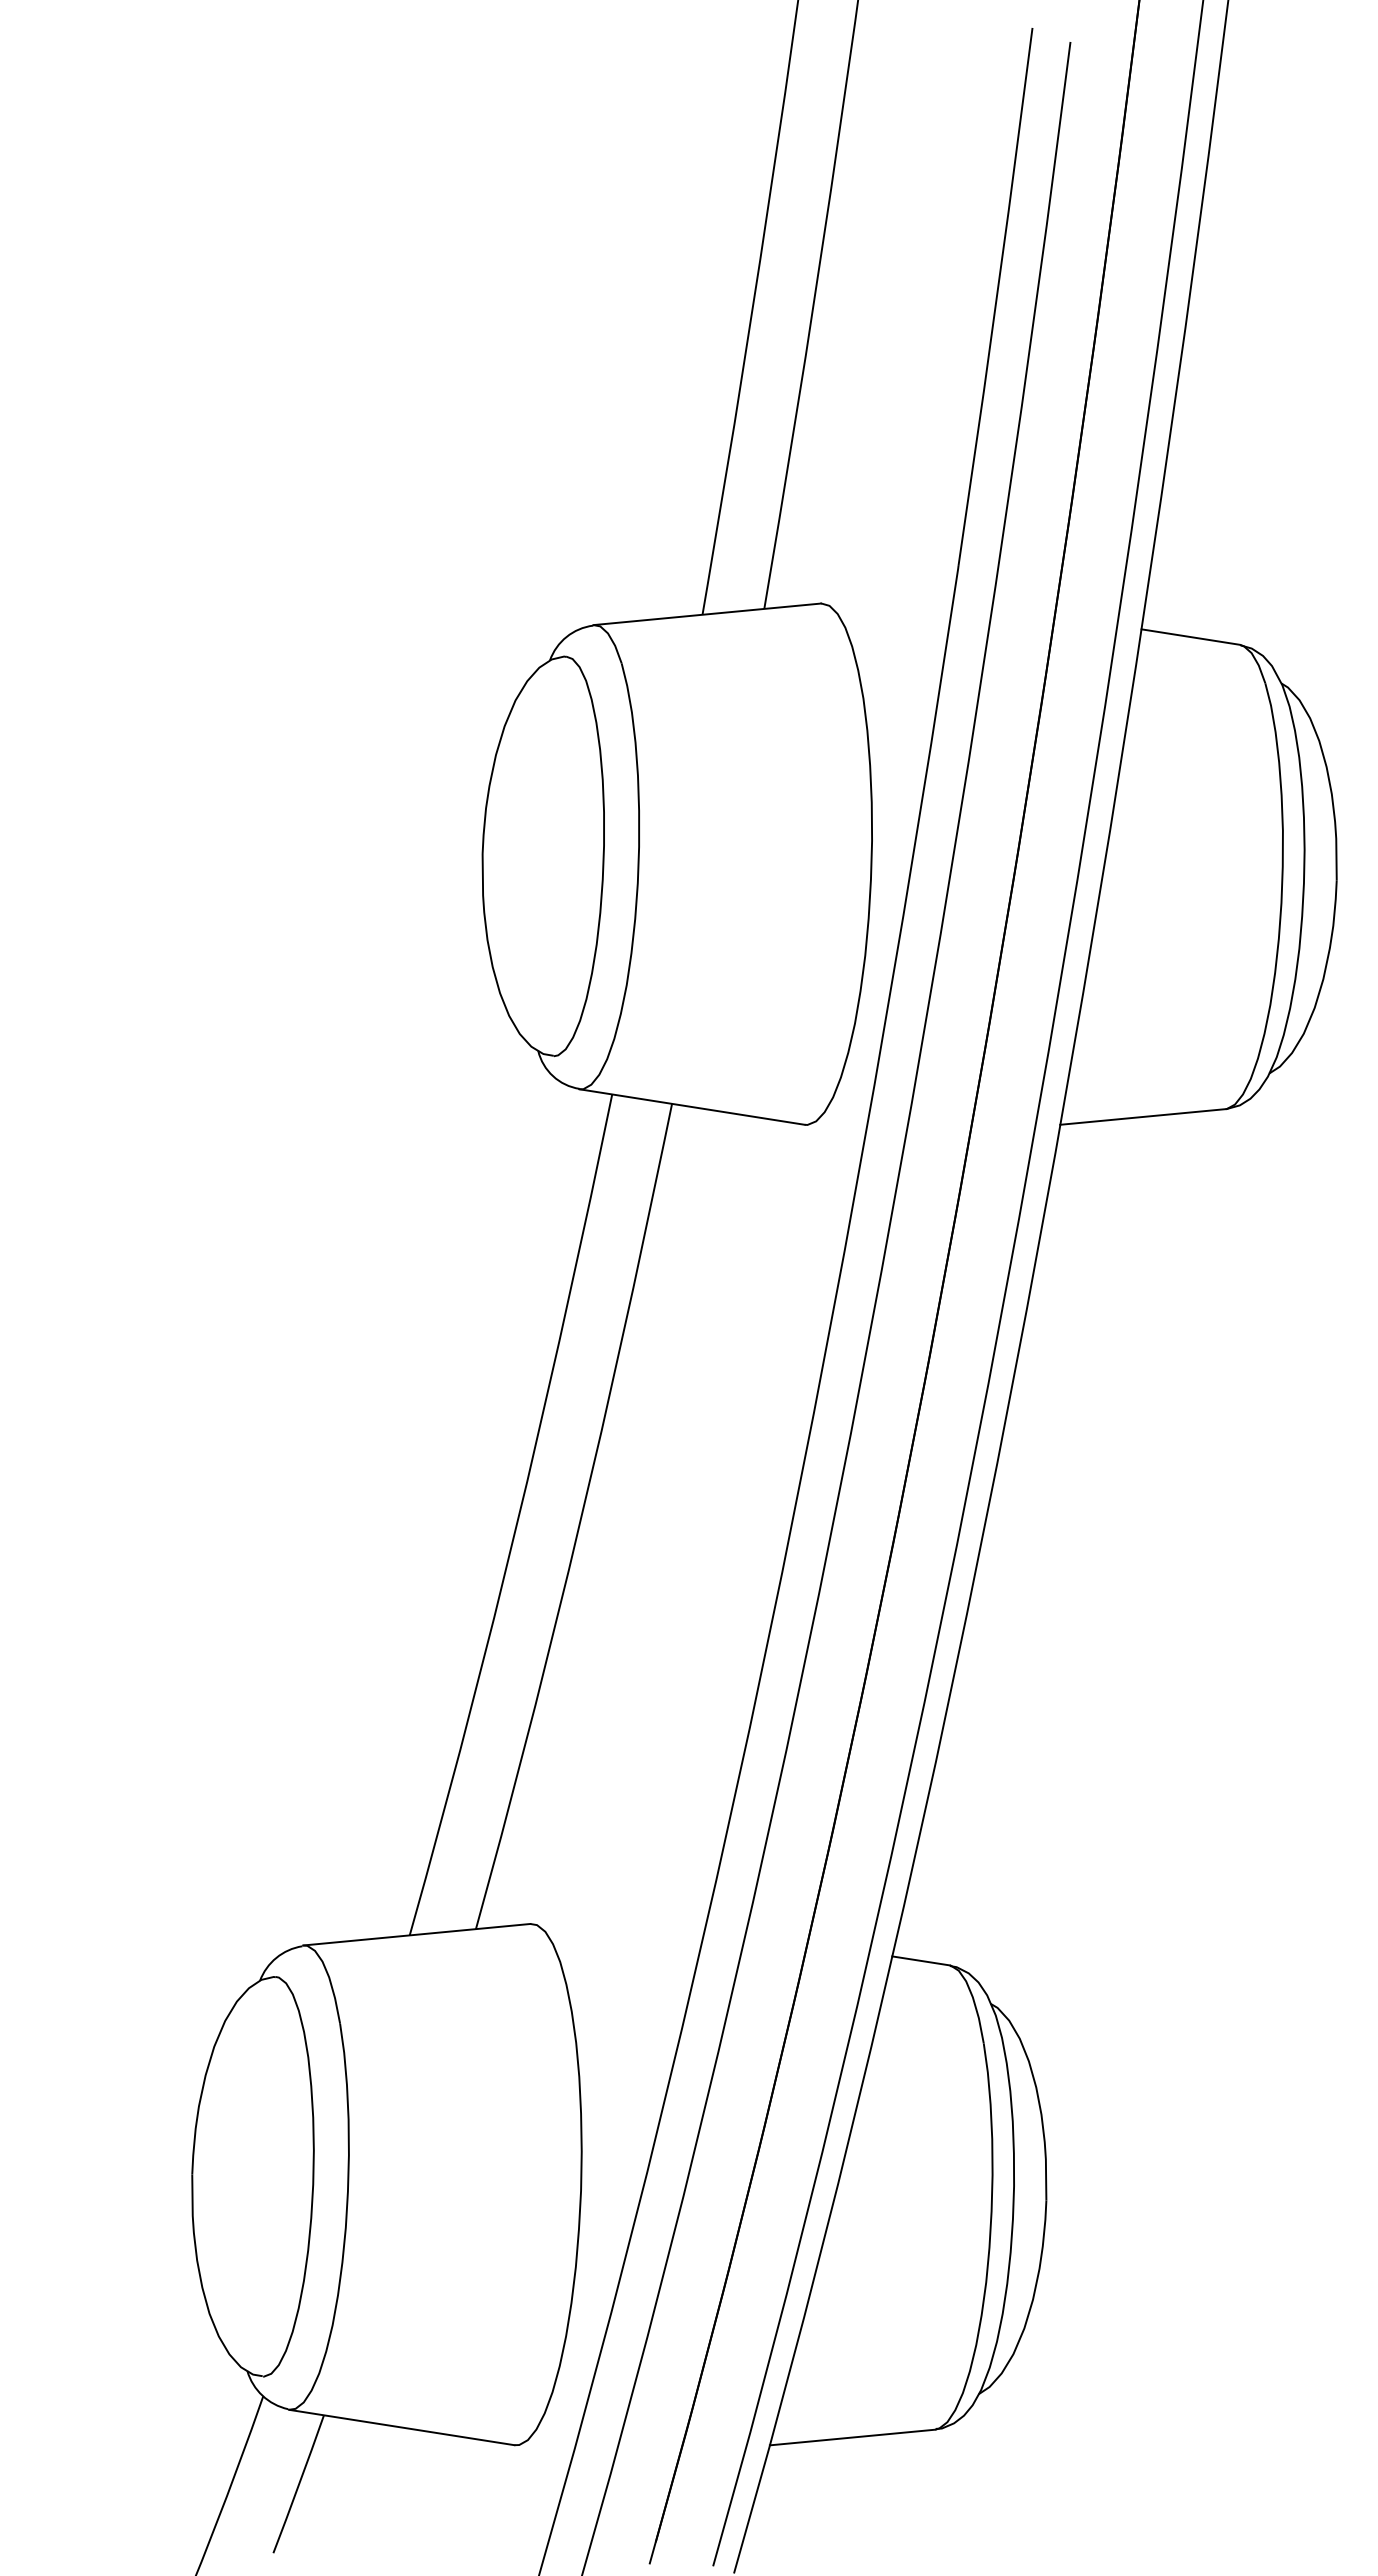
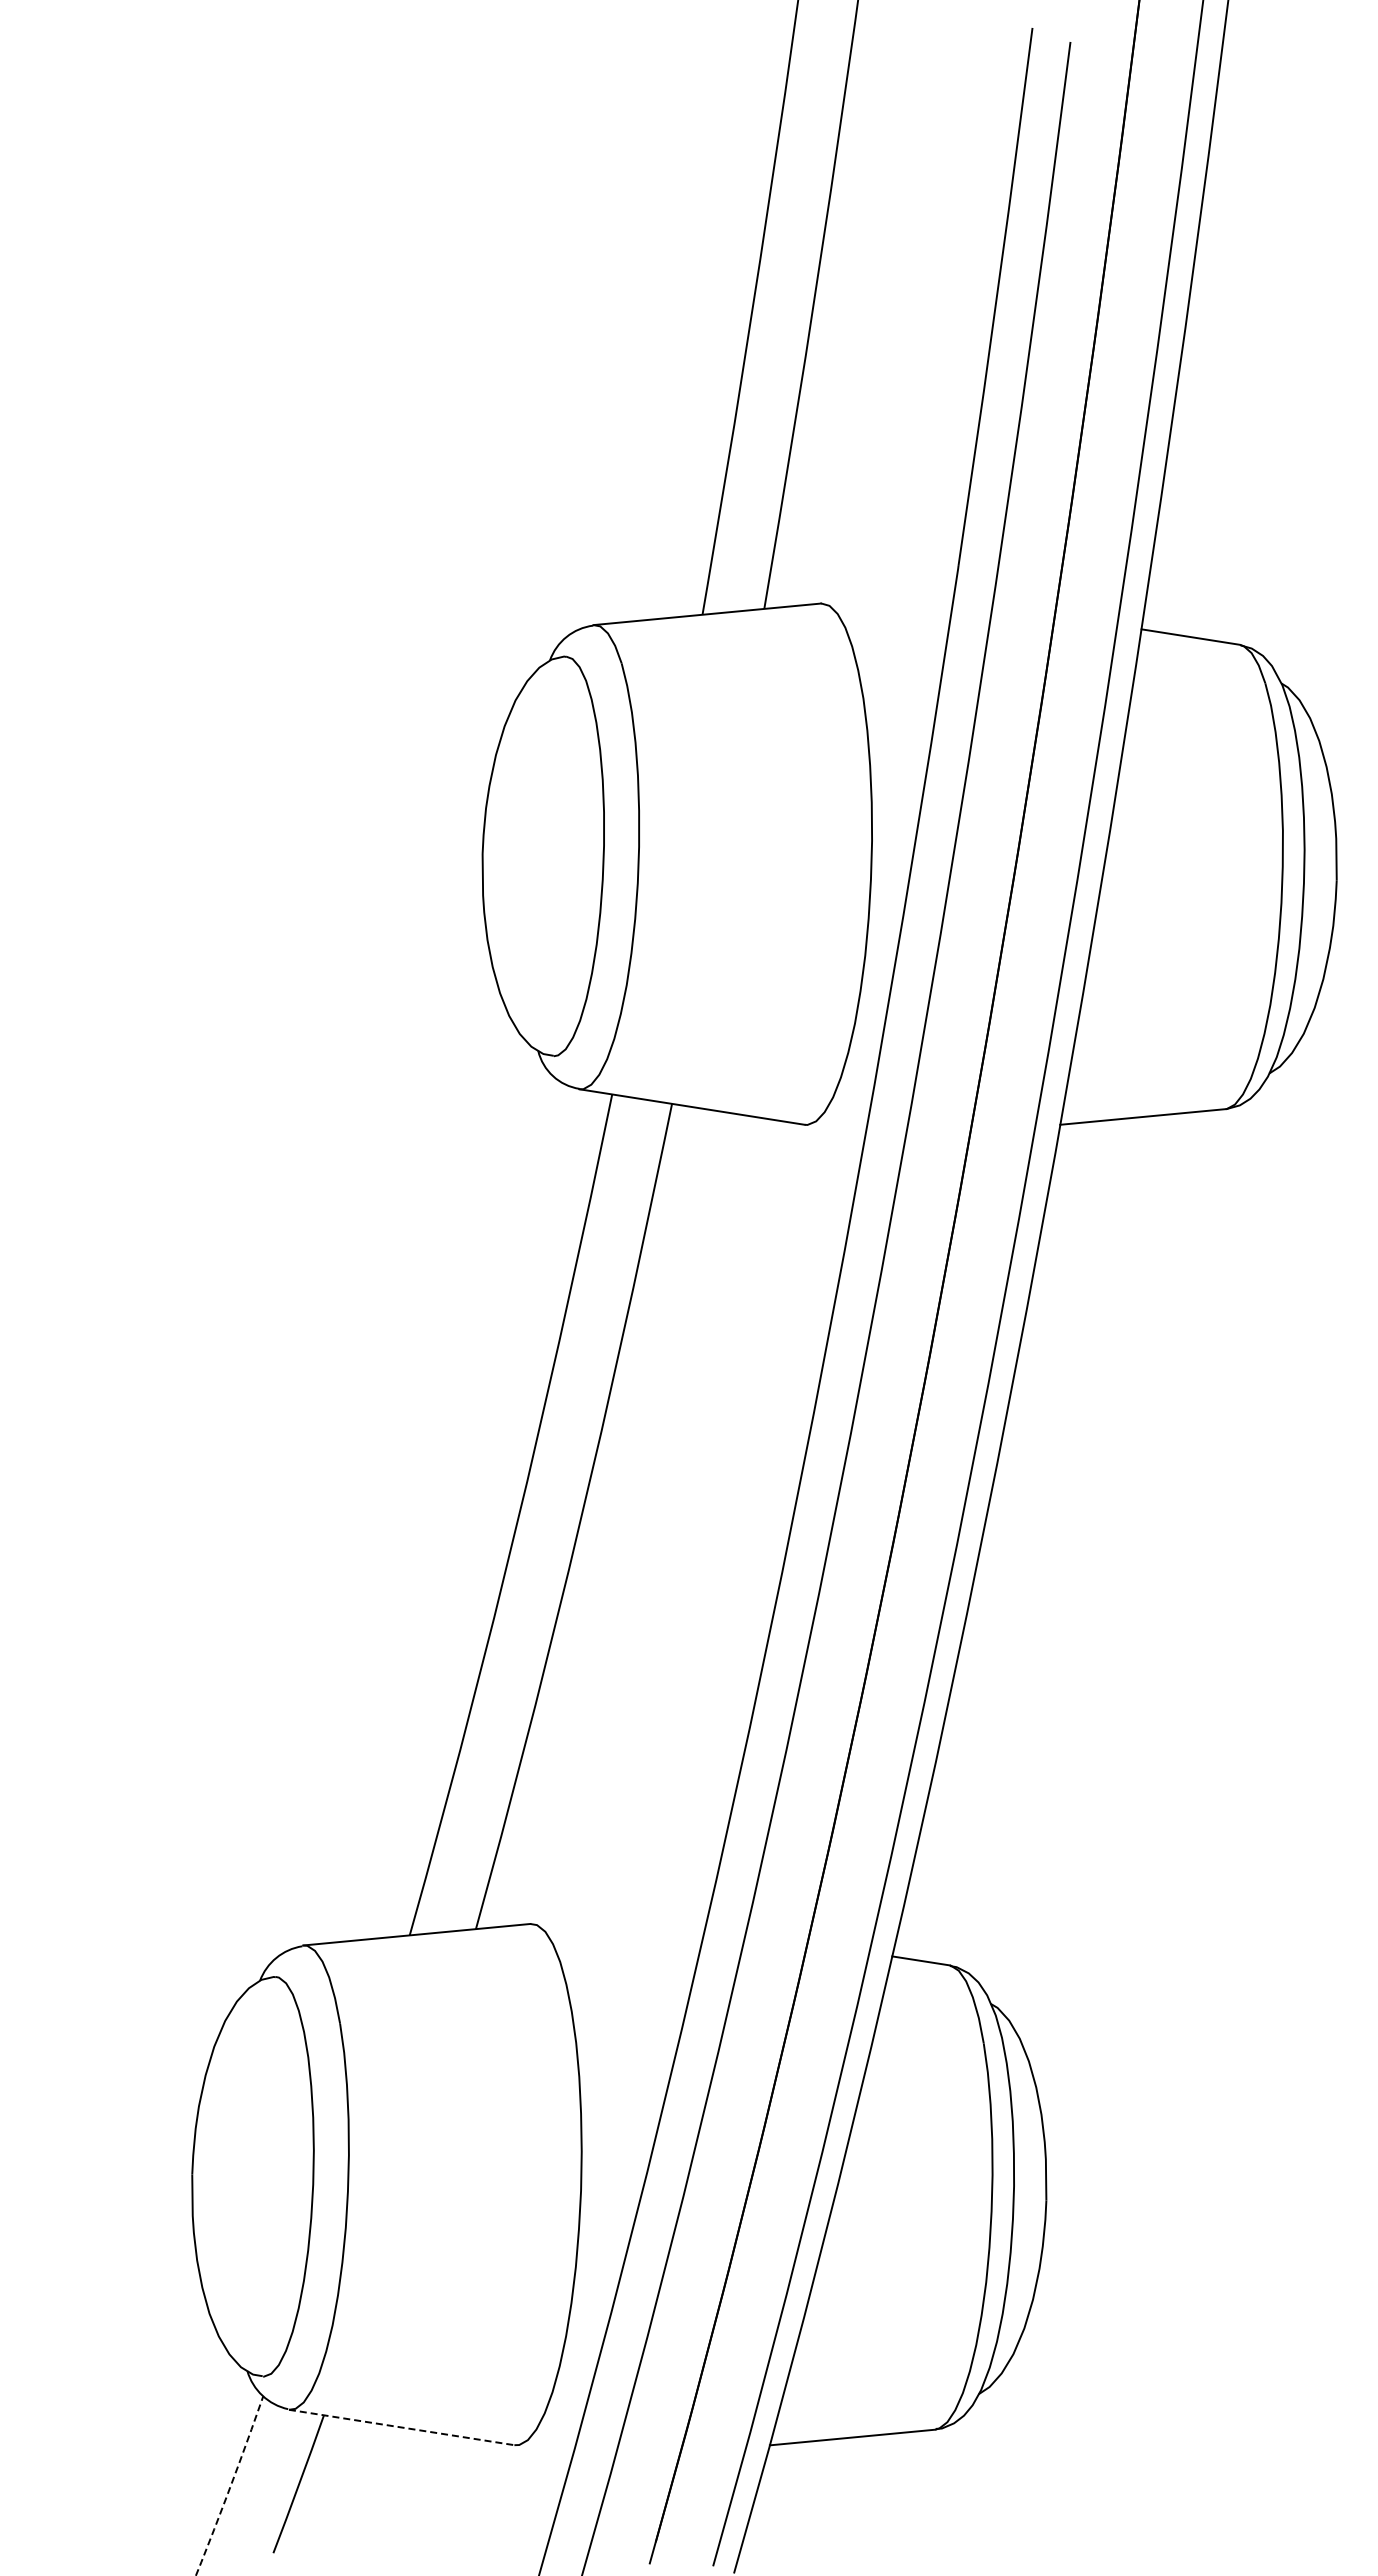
line at (402, 2427): solid -> dashed
arc at (230, 2486): solid -> dashed
